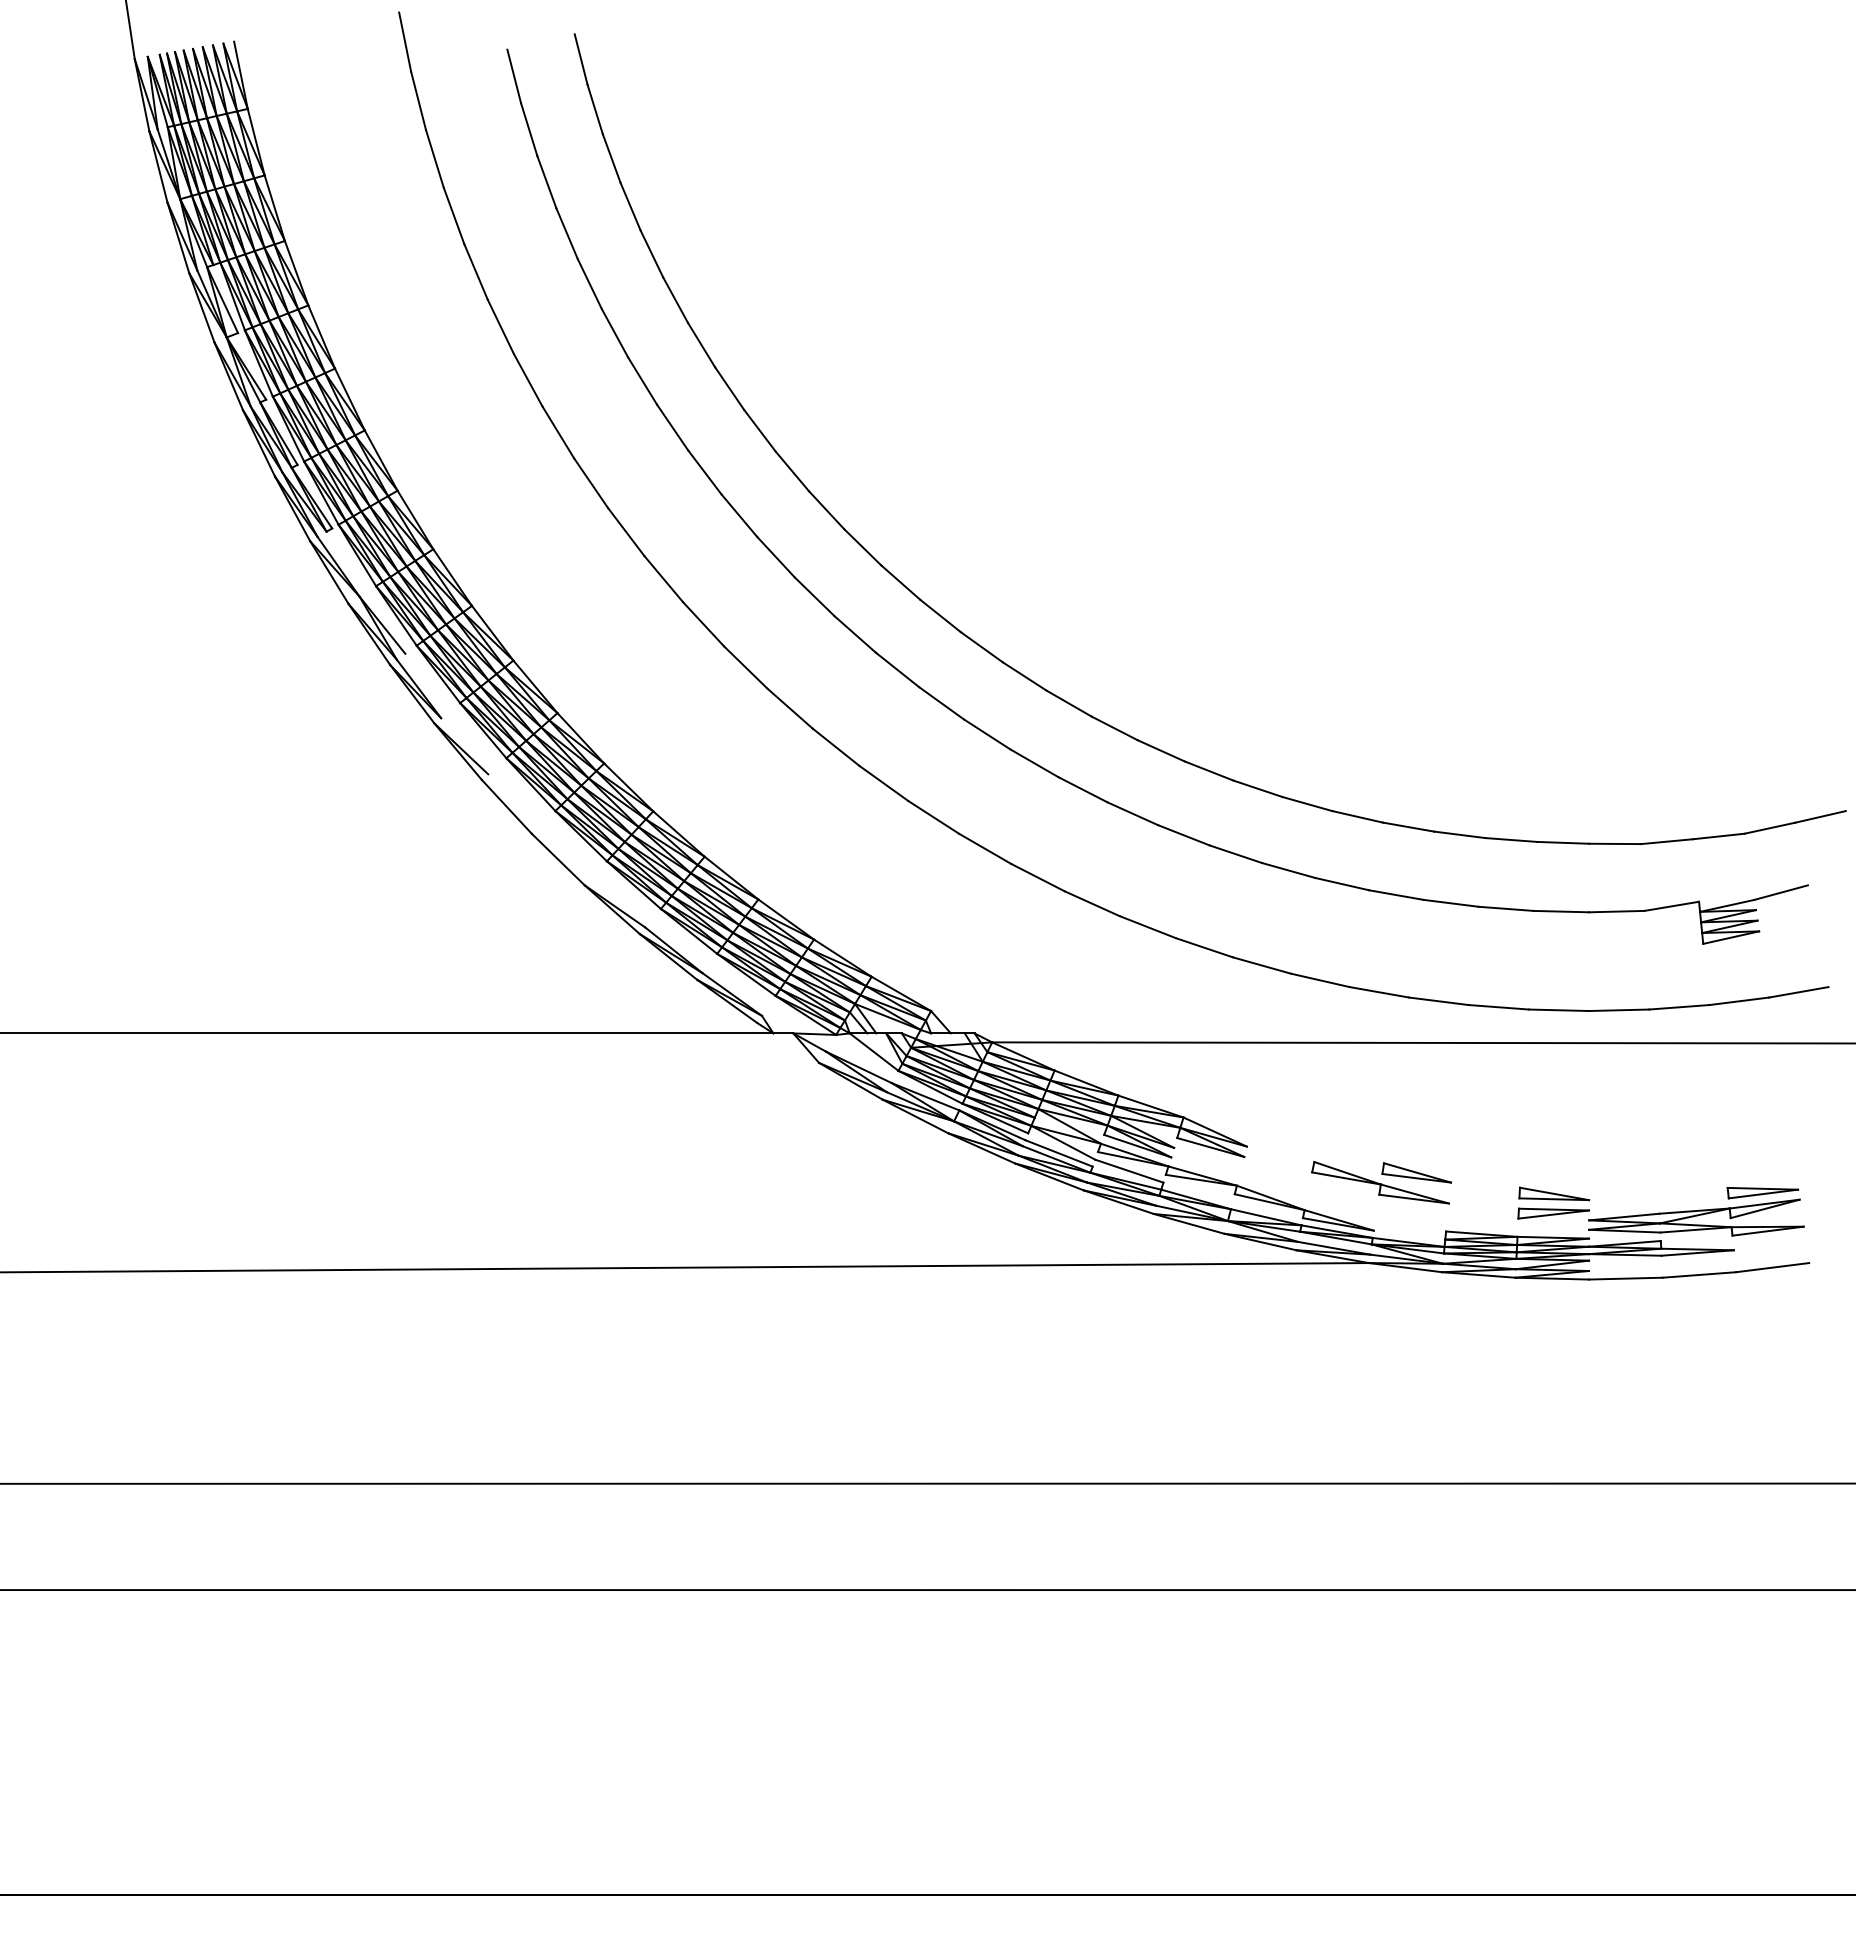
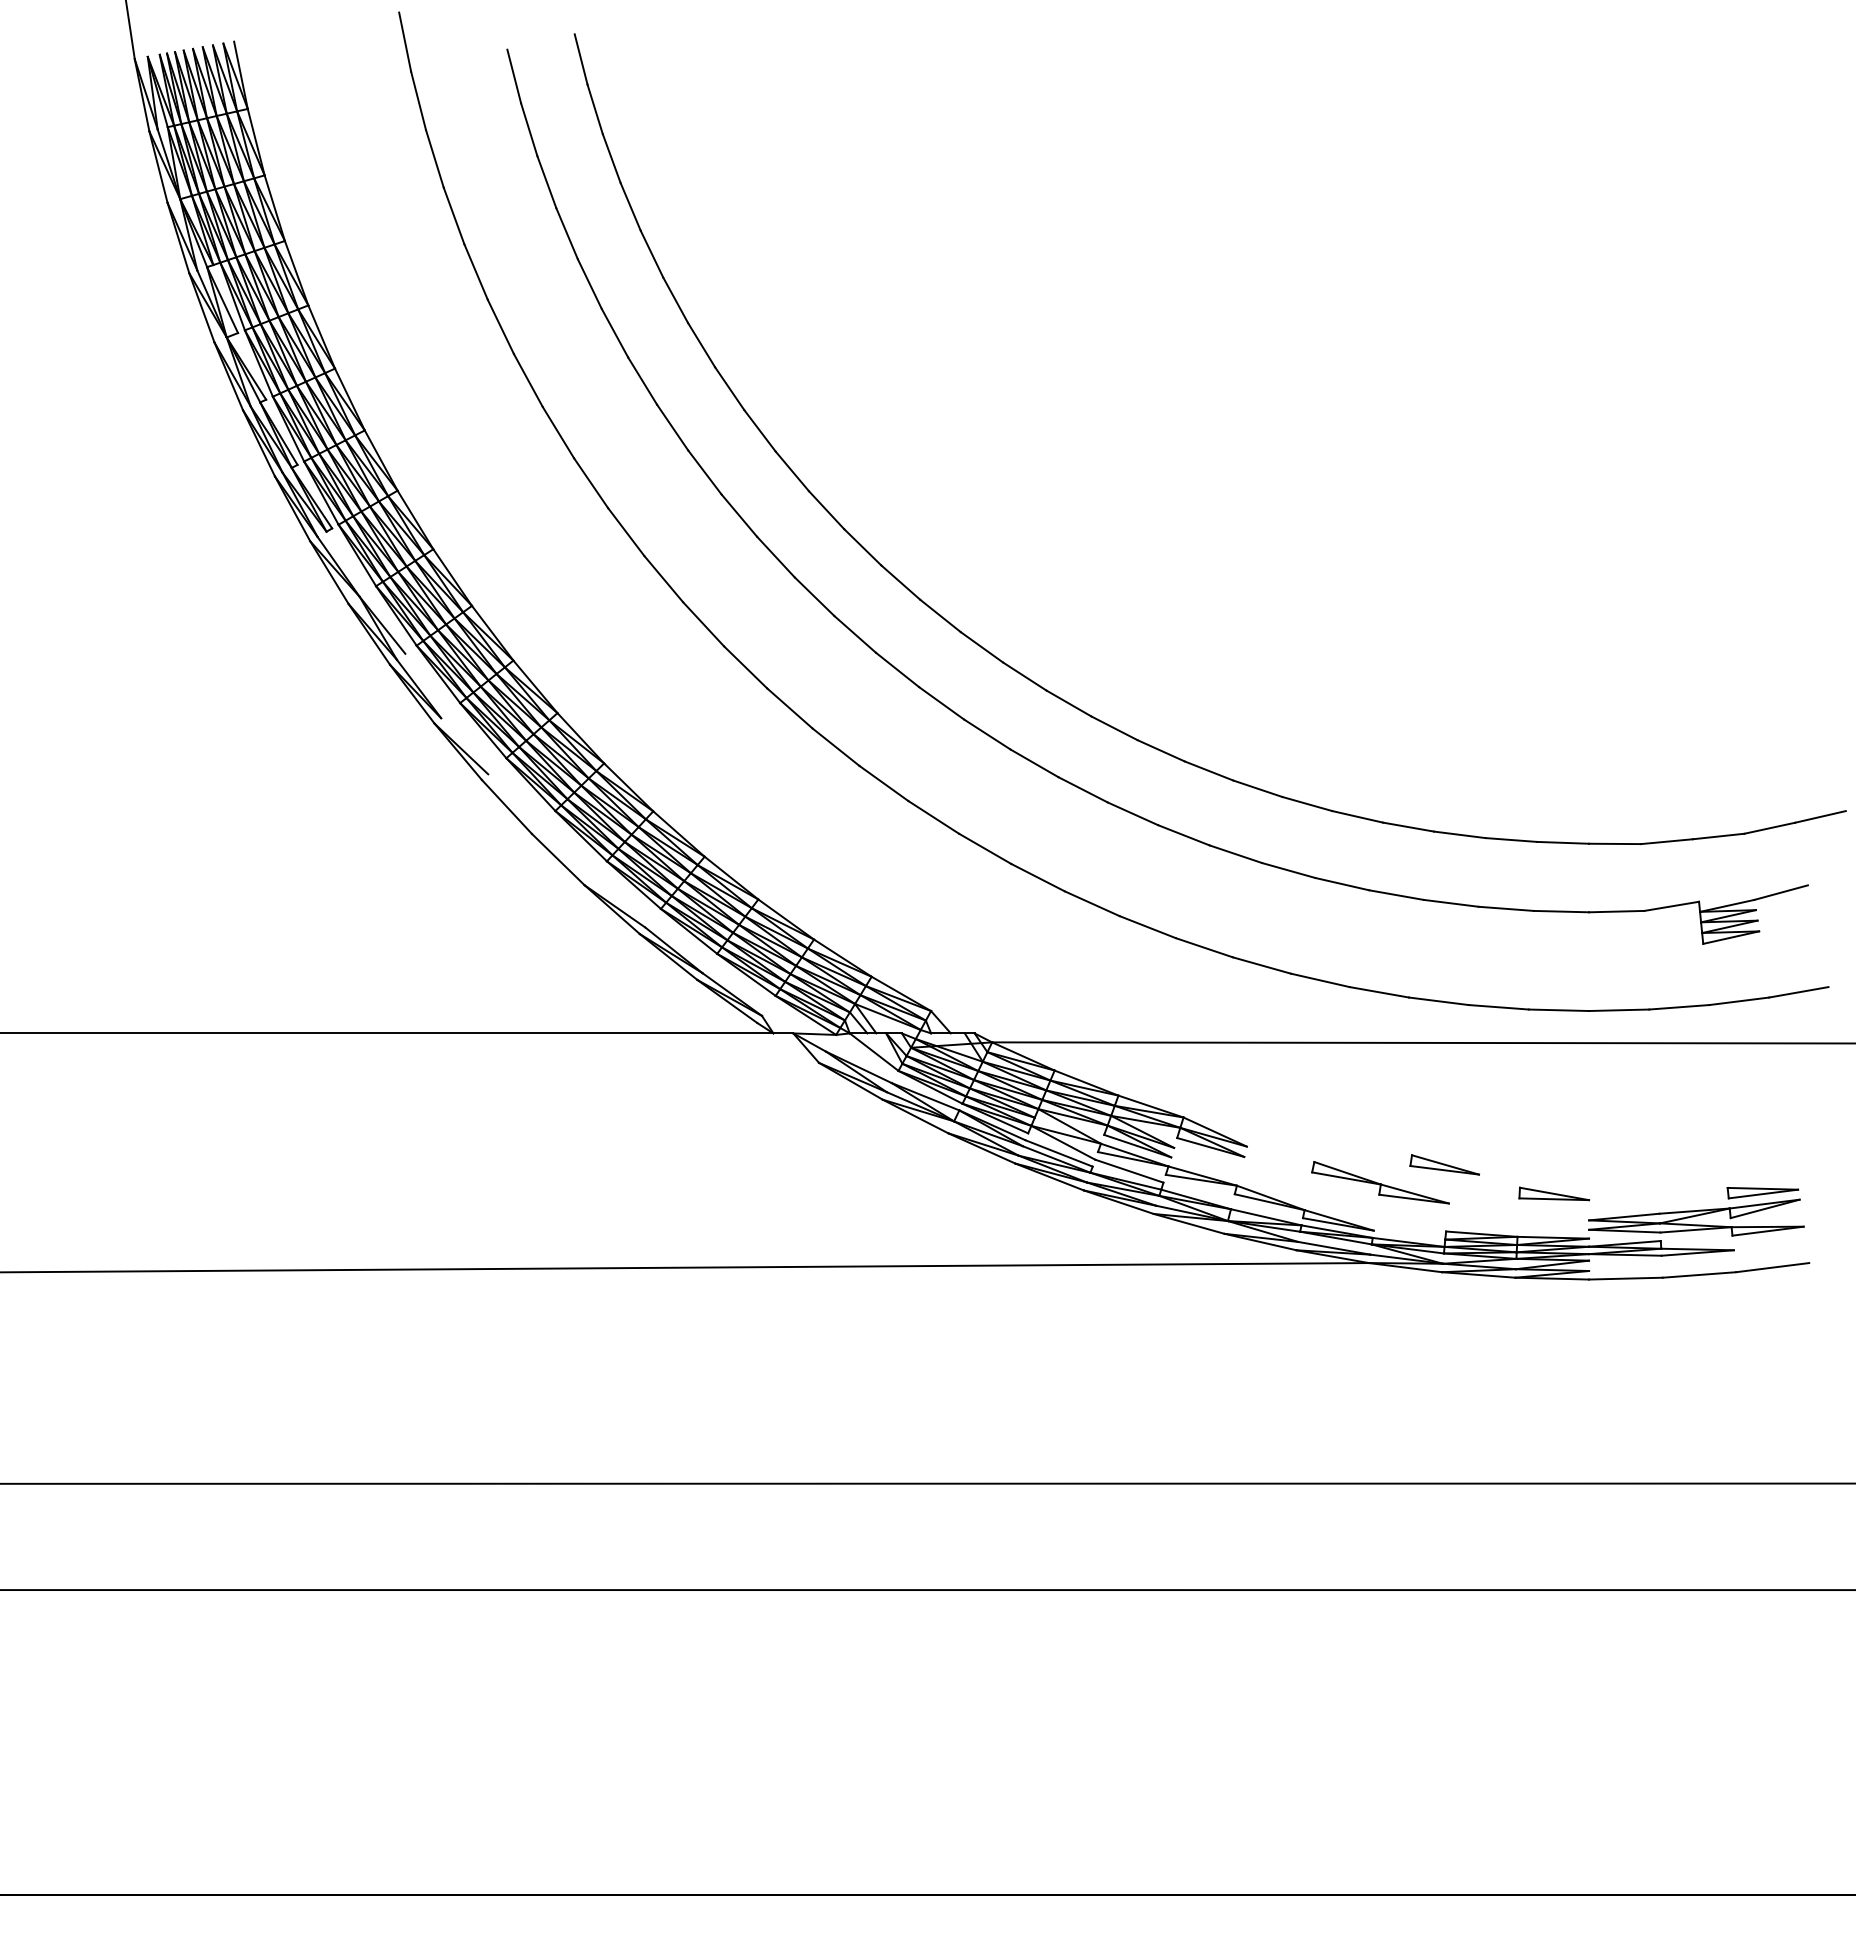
part at (1416, 1172) position: (1416, 1172) -> (1444, 1164)
part at (1553, 1213): present -> none
